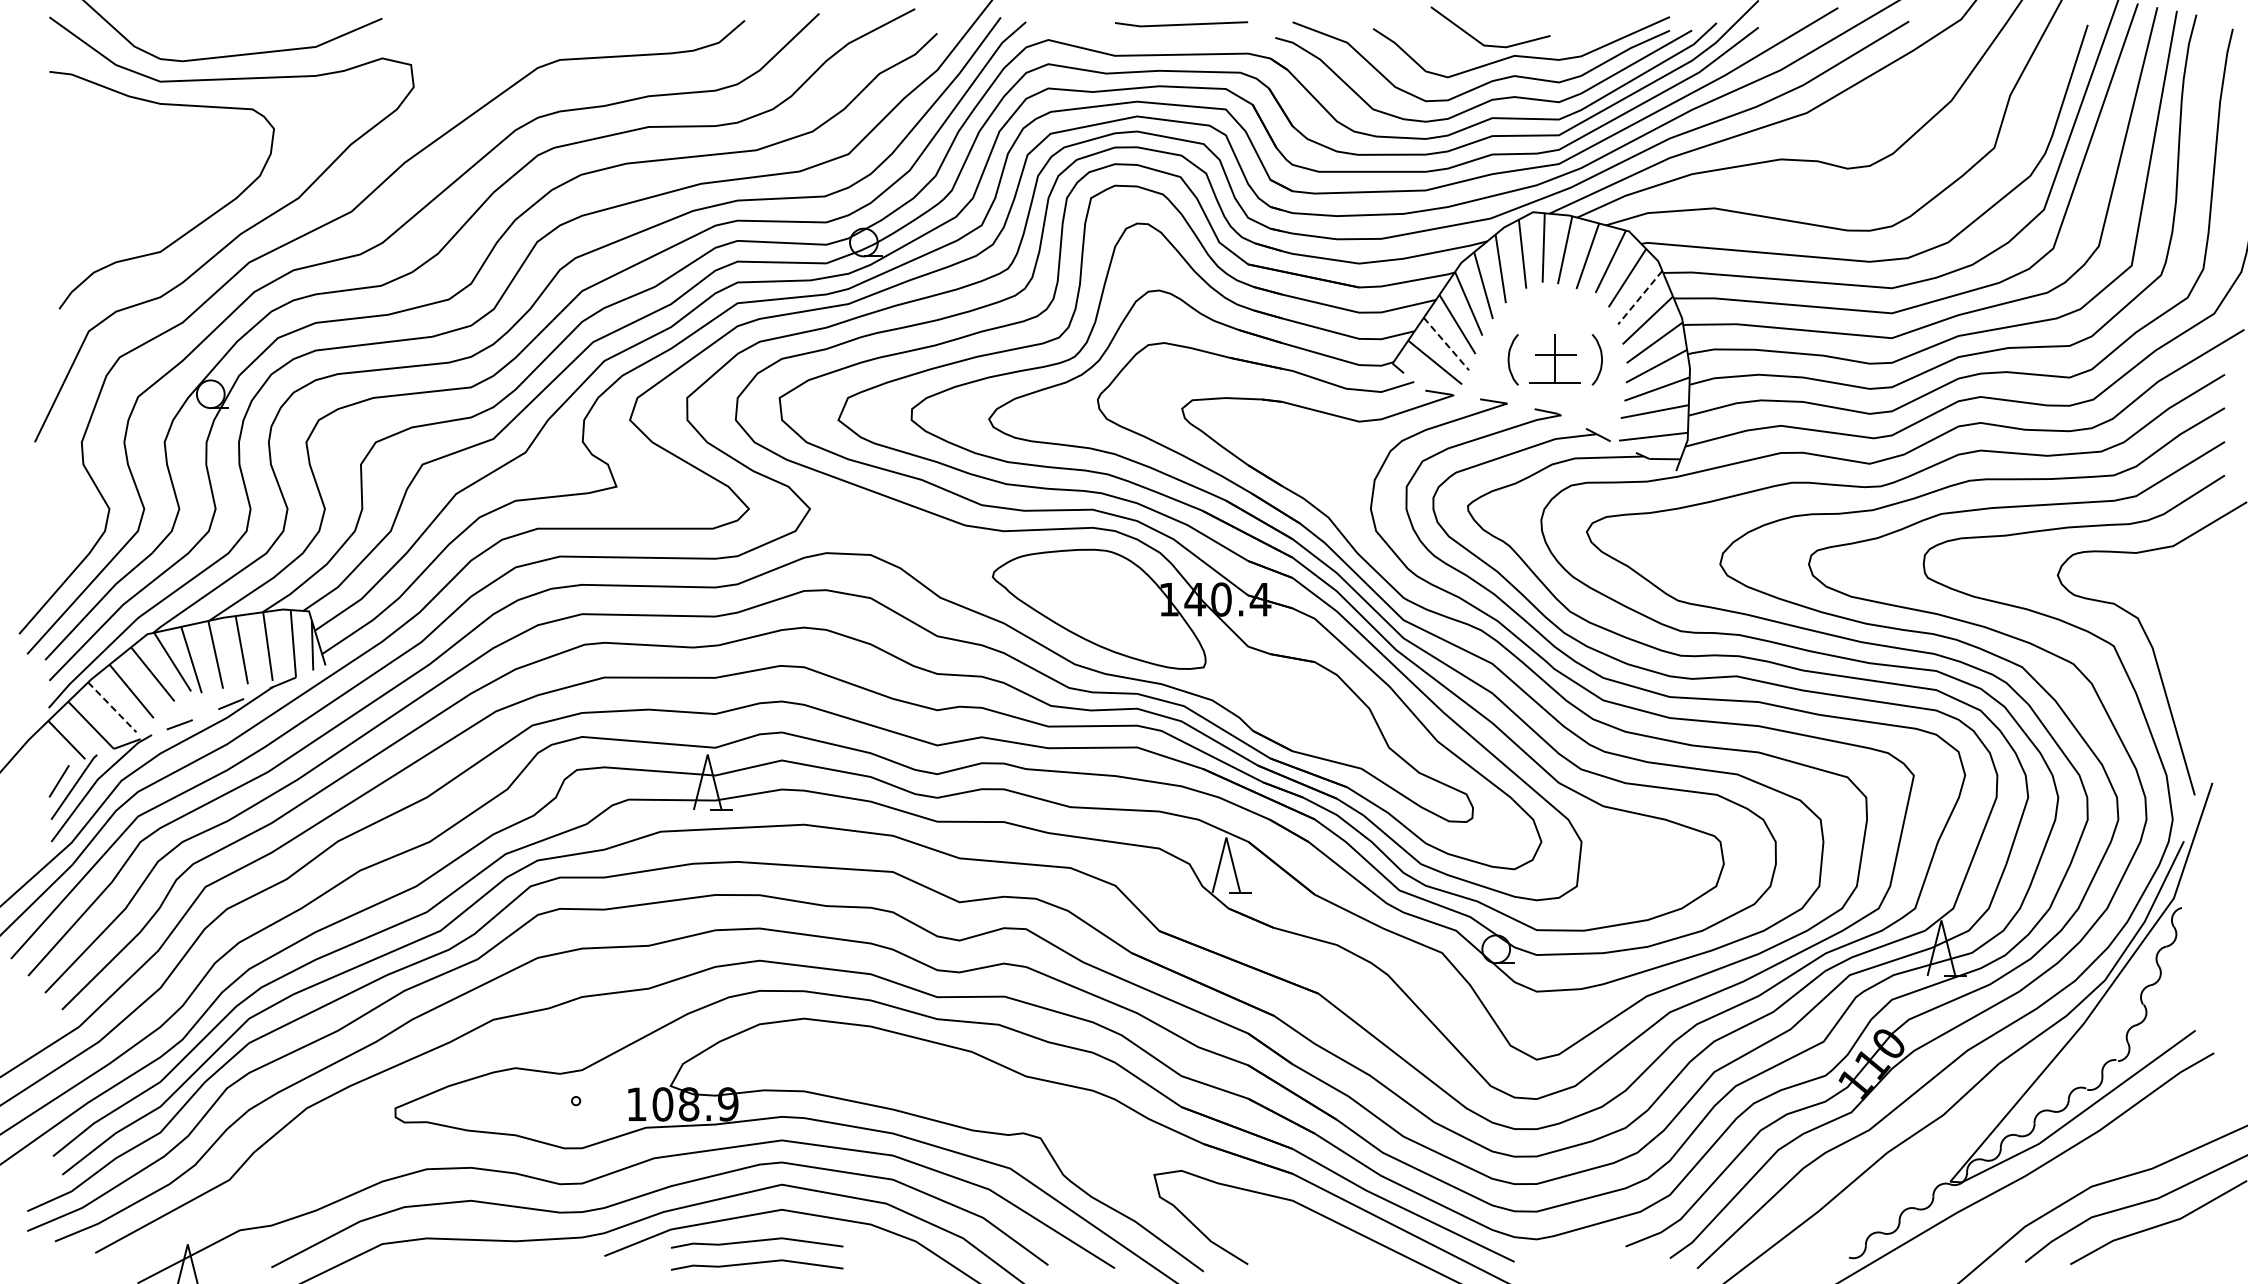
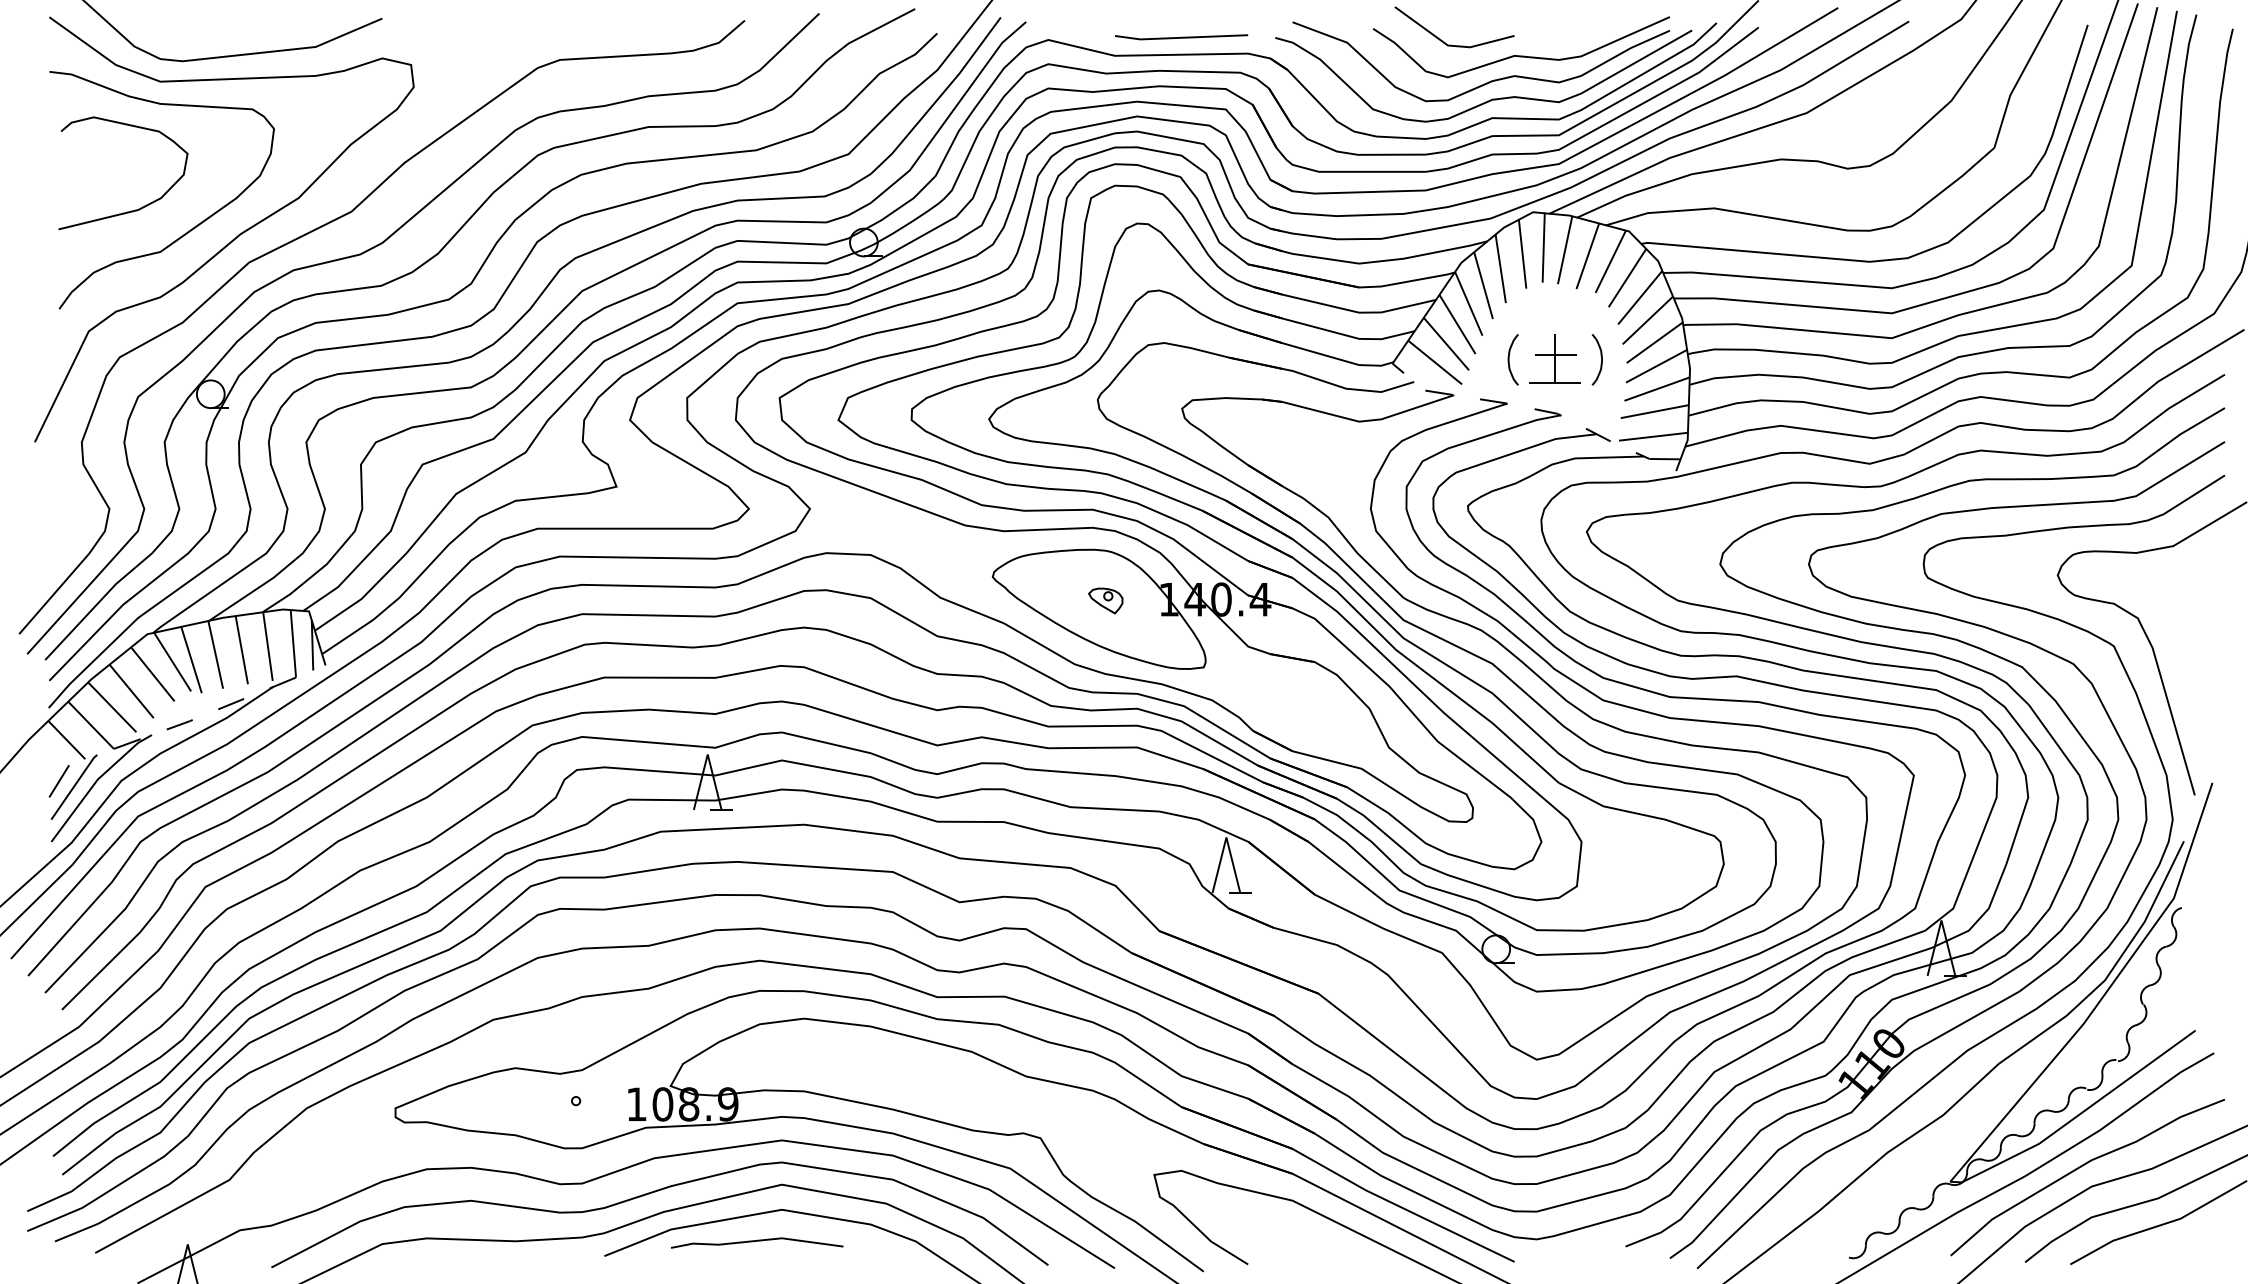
line at (1181, 24) position: (1181, 24) -> (1181, 37)
line at (1480, 41) position: (1480, 41) -> (1444, 41)
curve at (131, 210): none -> present
line at (1640, 297): dashed -> solid
line at (1446, 344): dashed -> solid
part at (1105, 600): none -> present
line at (112, 707): dashed -> solid
curve at (2081, 1167): none -> present
line at (757, 1263): present -> none
